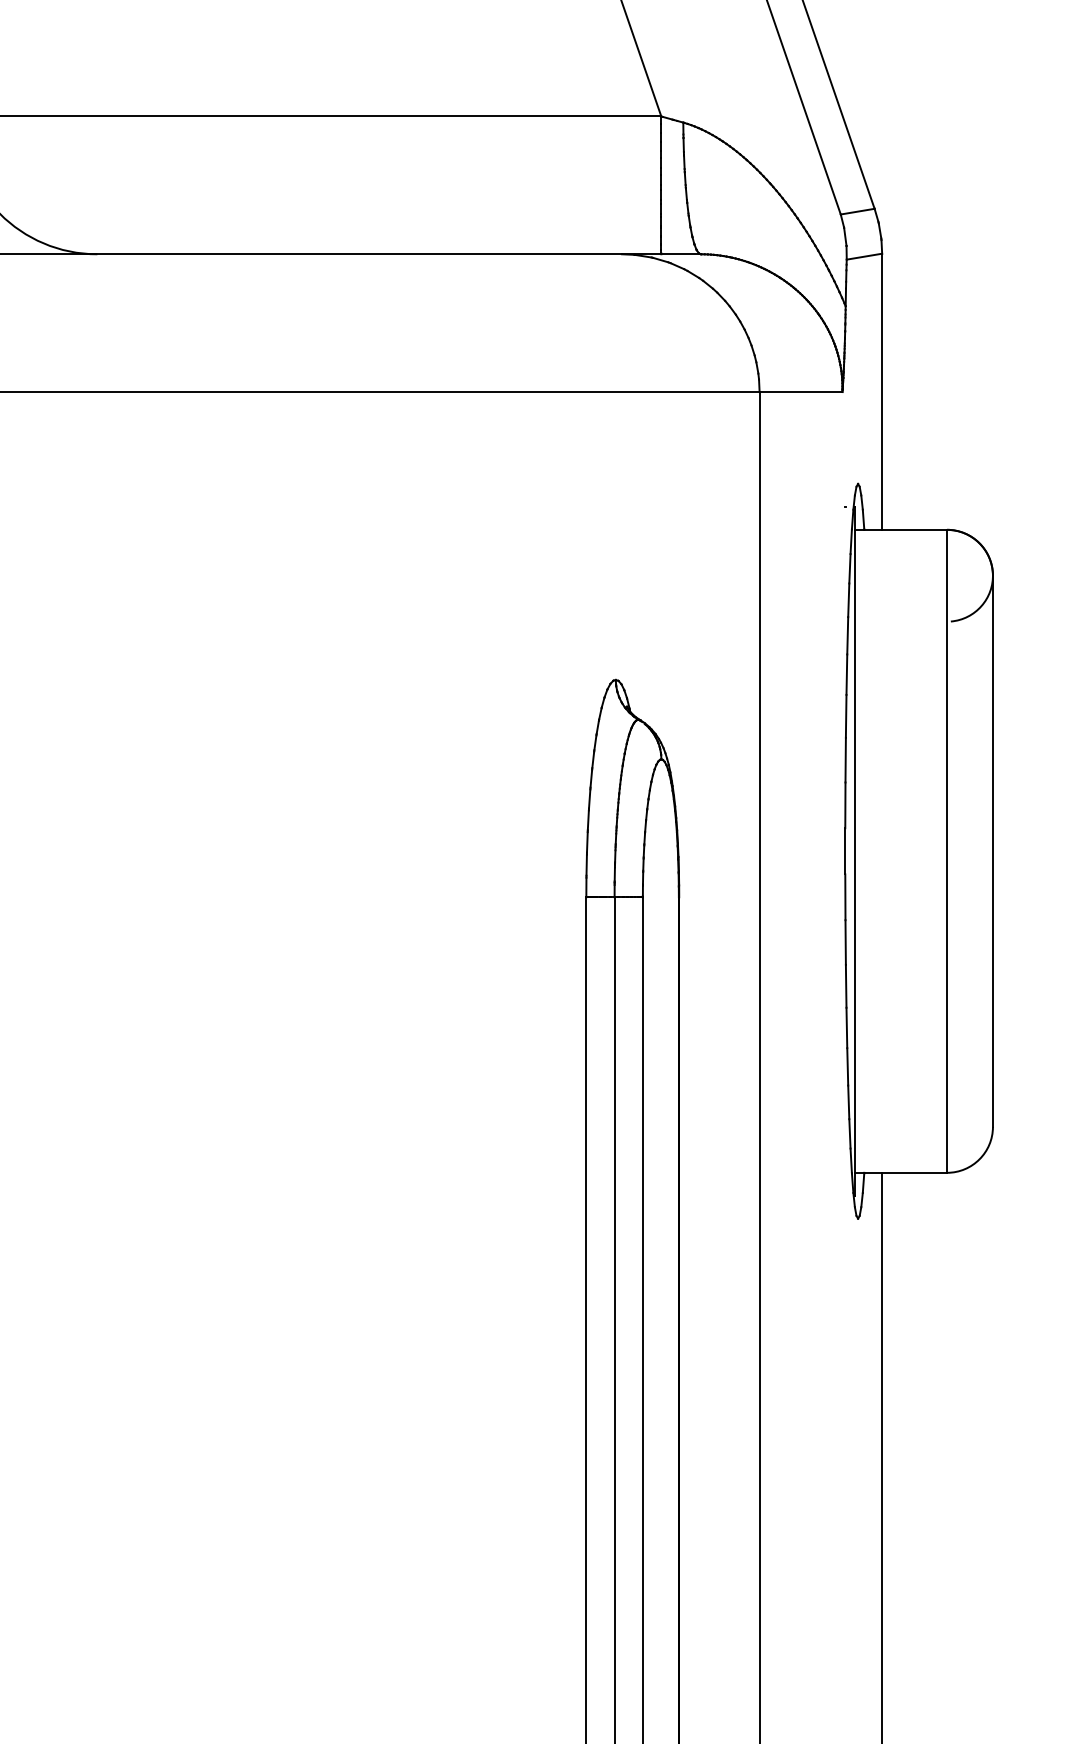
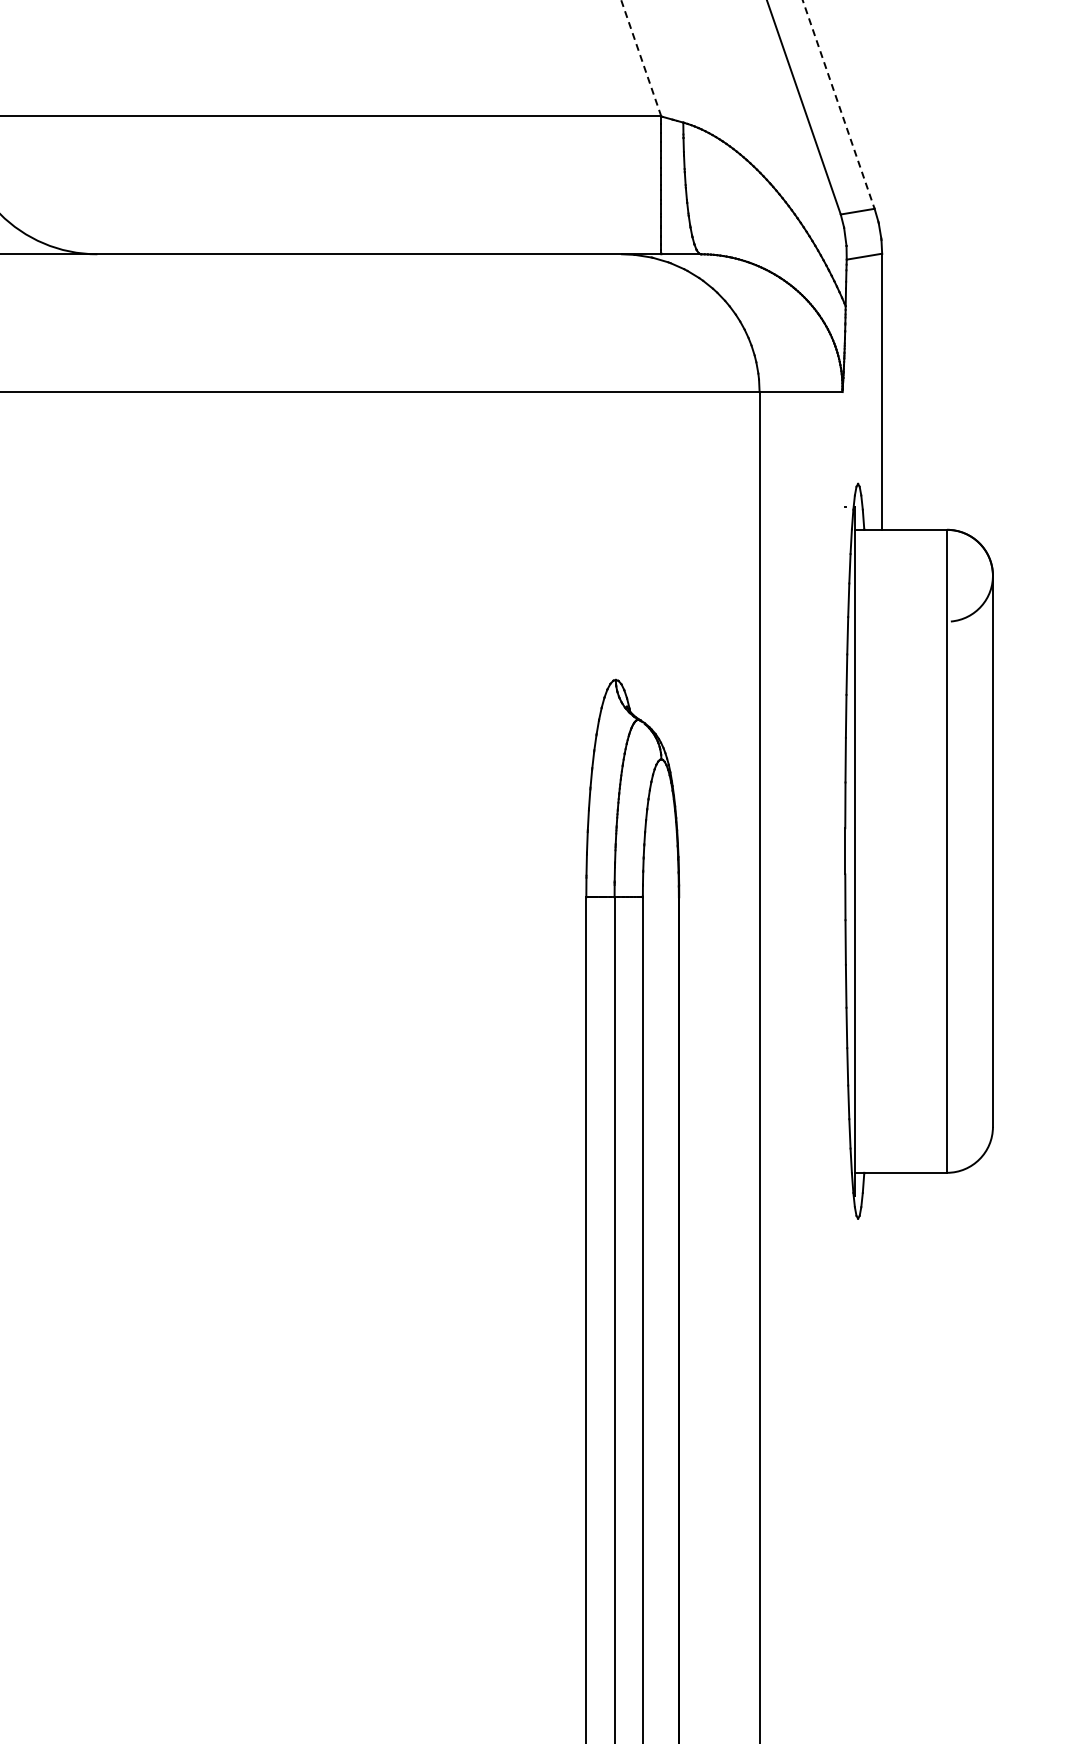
line at (641, 57): solid -> dashed
line at (838, 104): solid -> dashed
line at (882, 1456): present -> none
